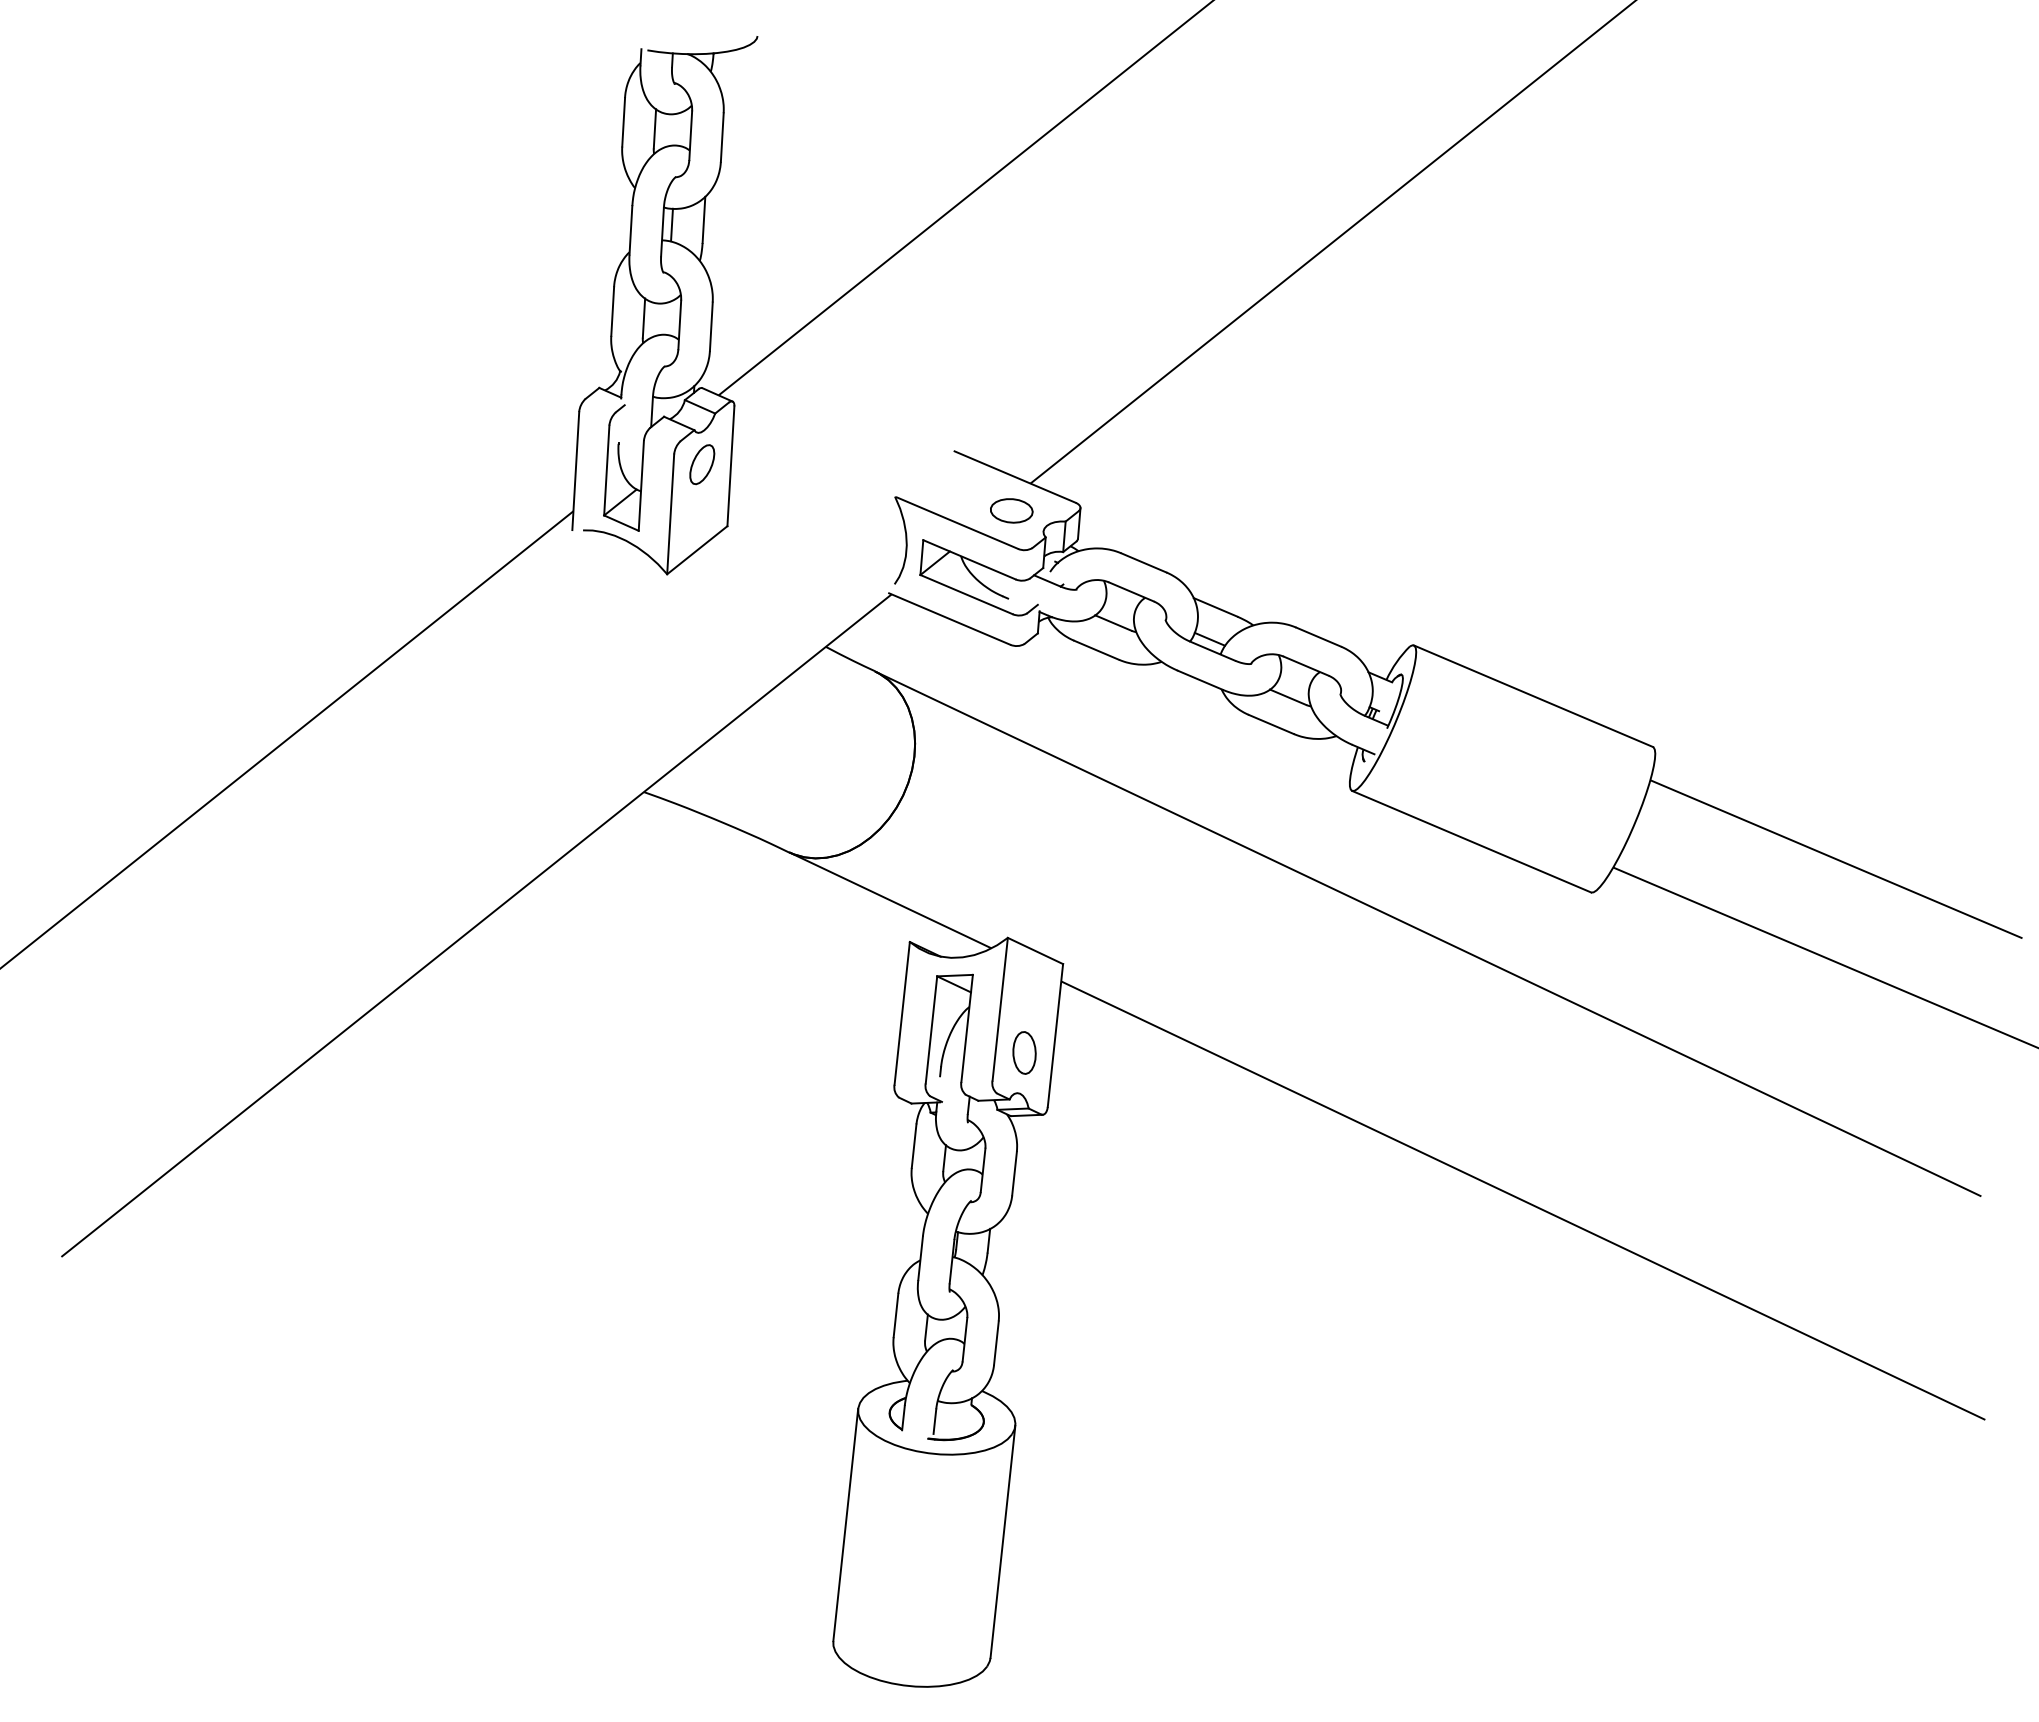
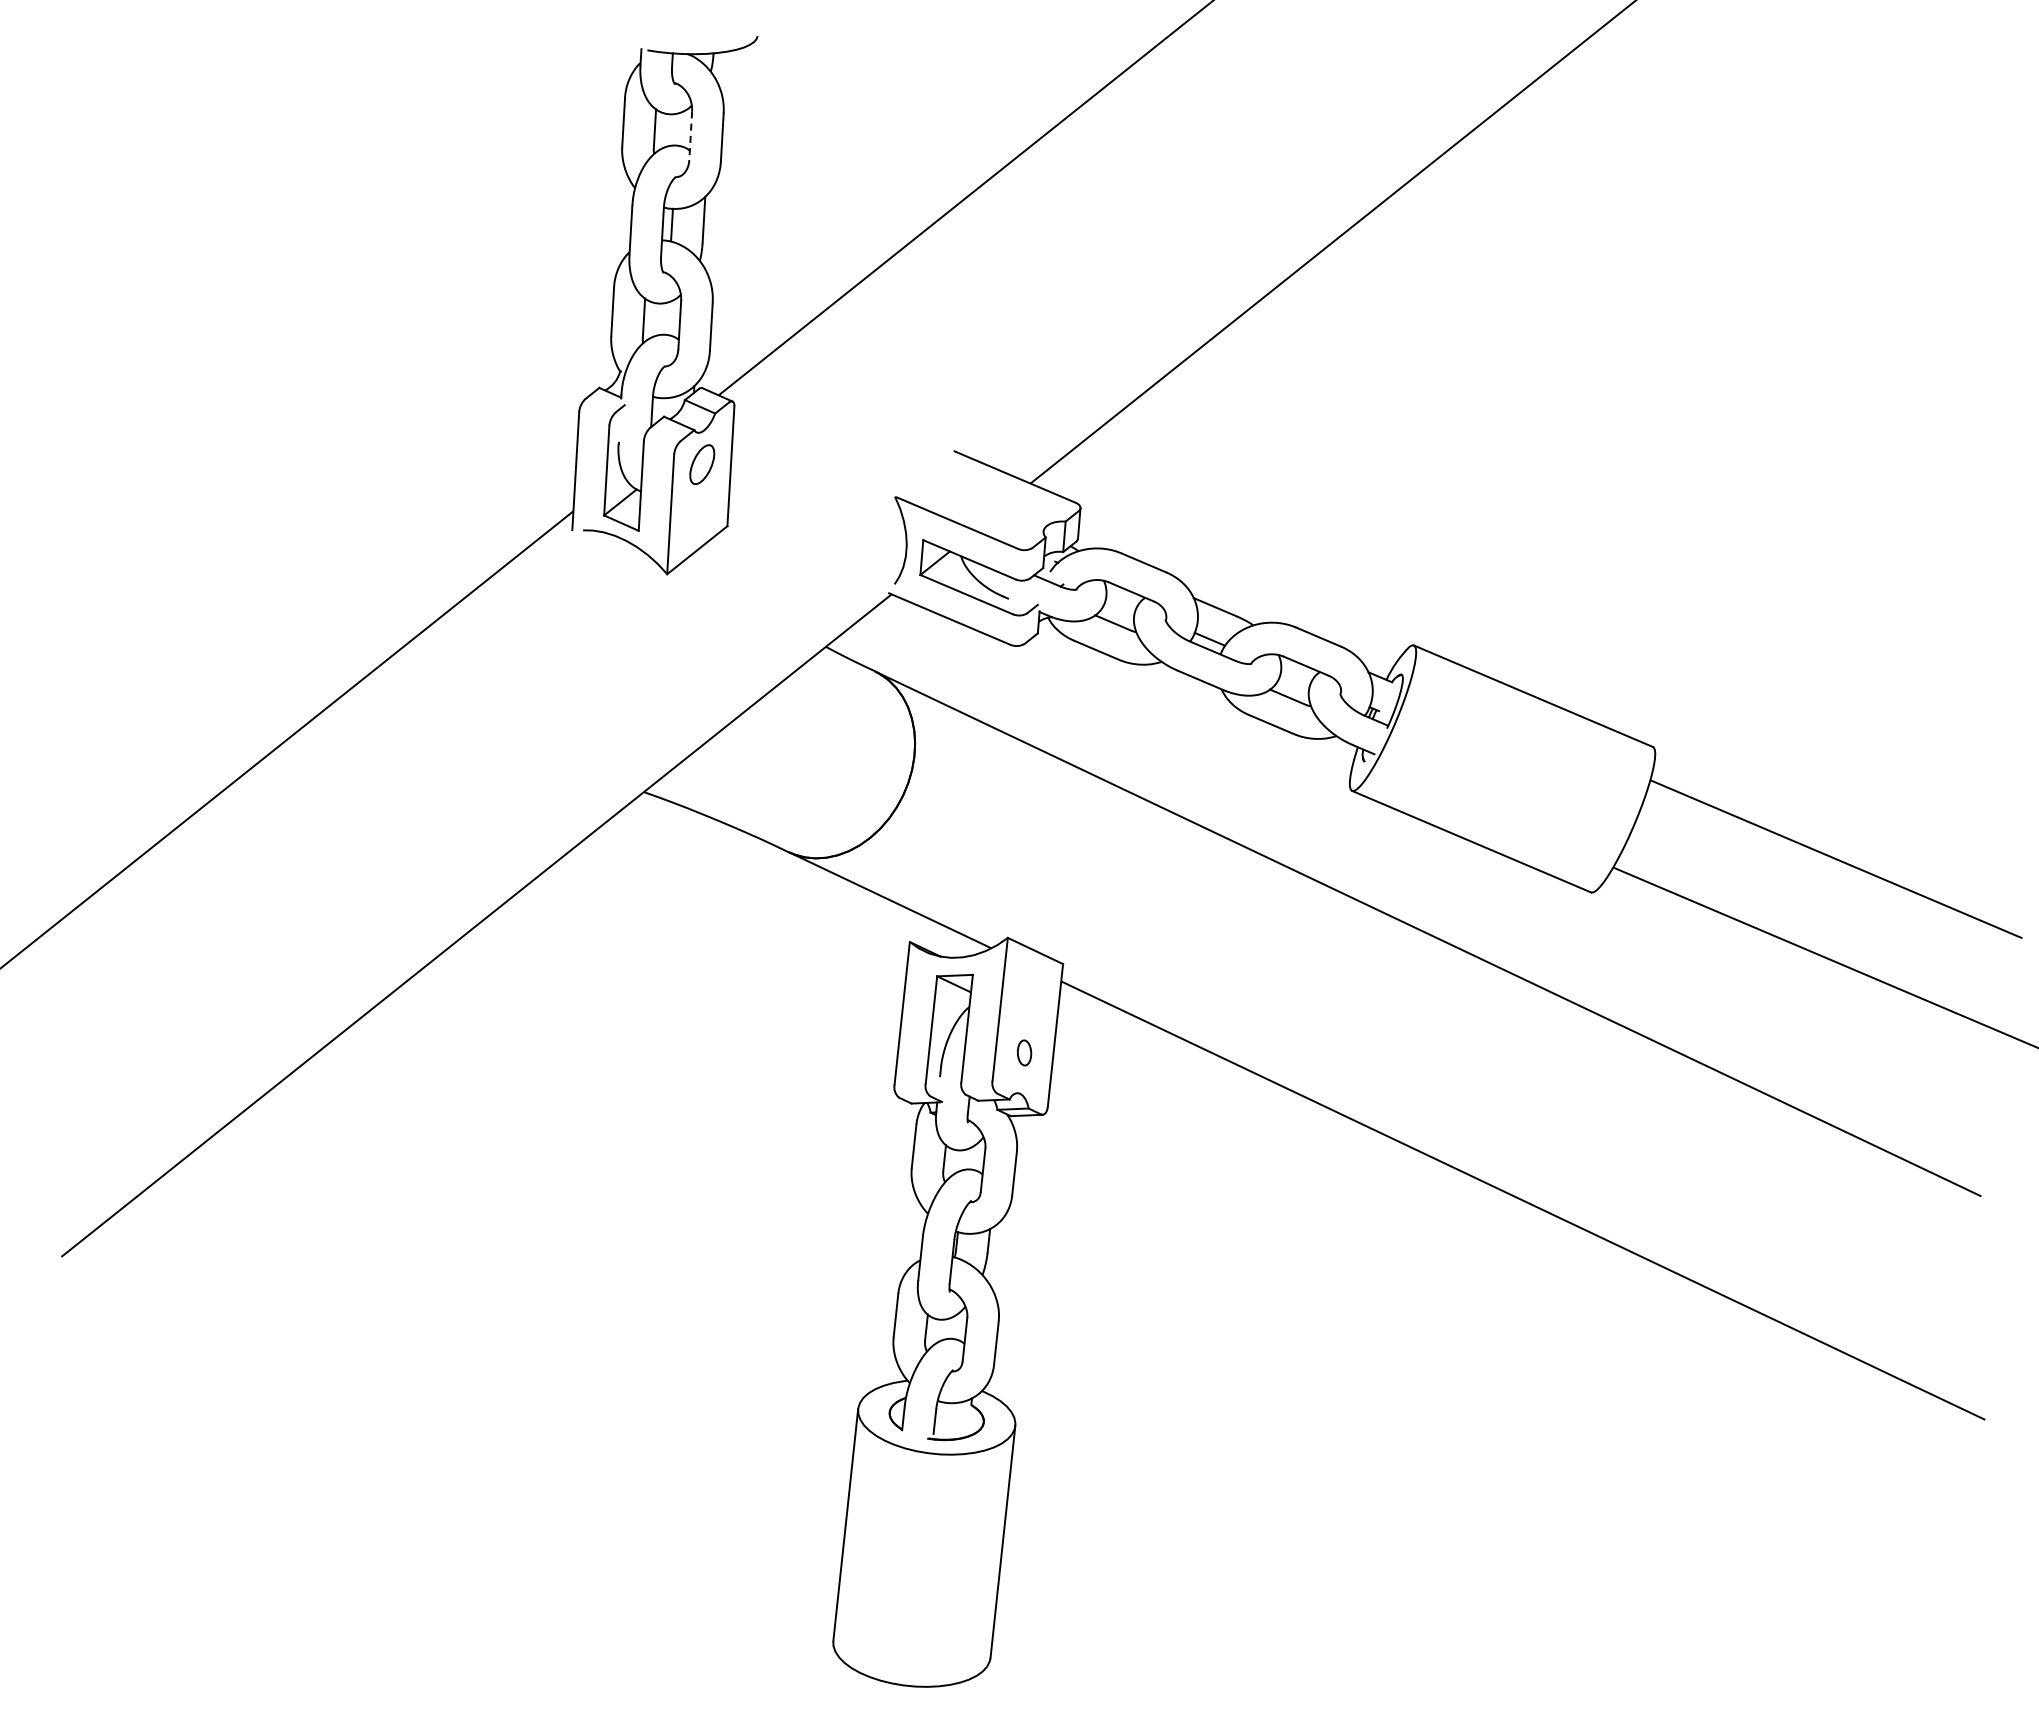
line at (690, 136): solid -> dashed
part at (1011, 510): present -> none
part at (1024, 1052) size: 25x44 px -> 16x28 px
